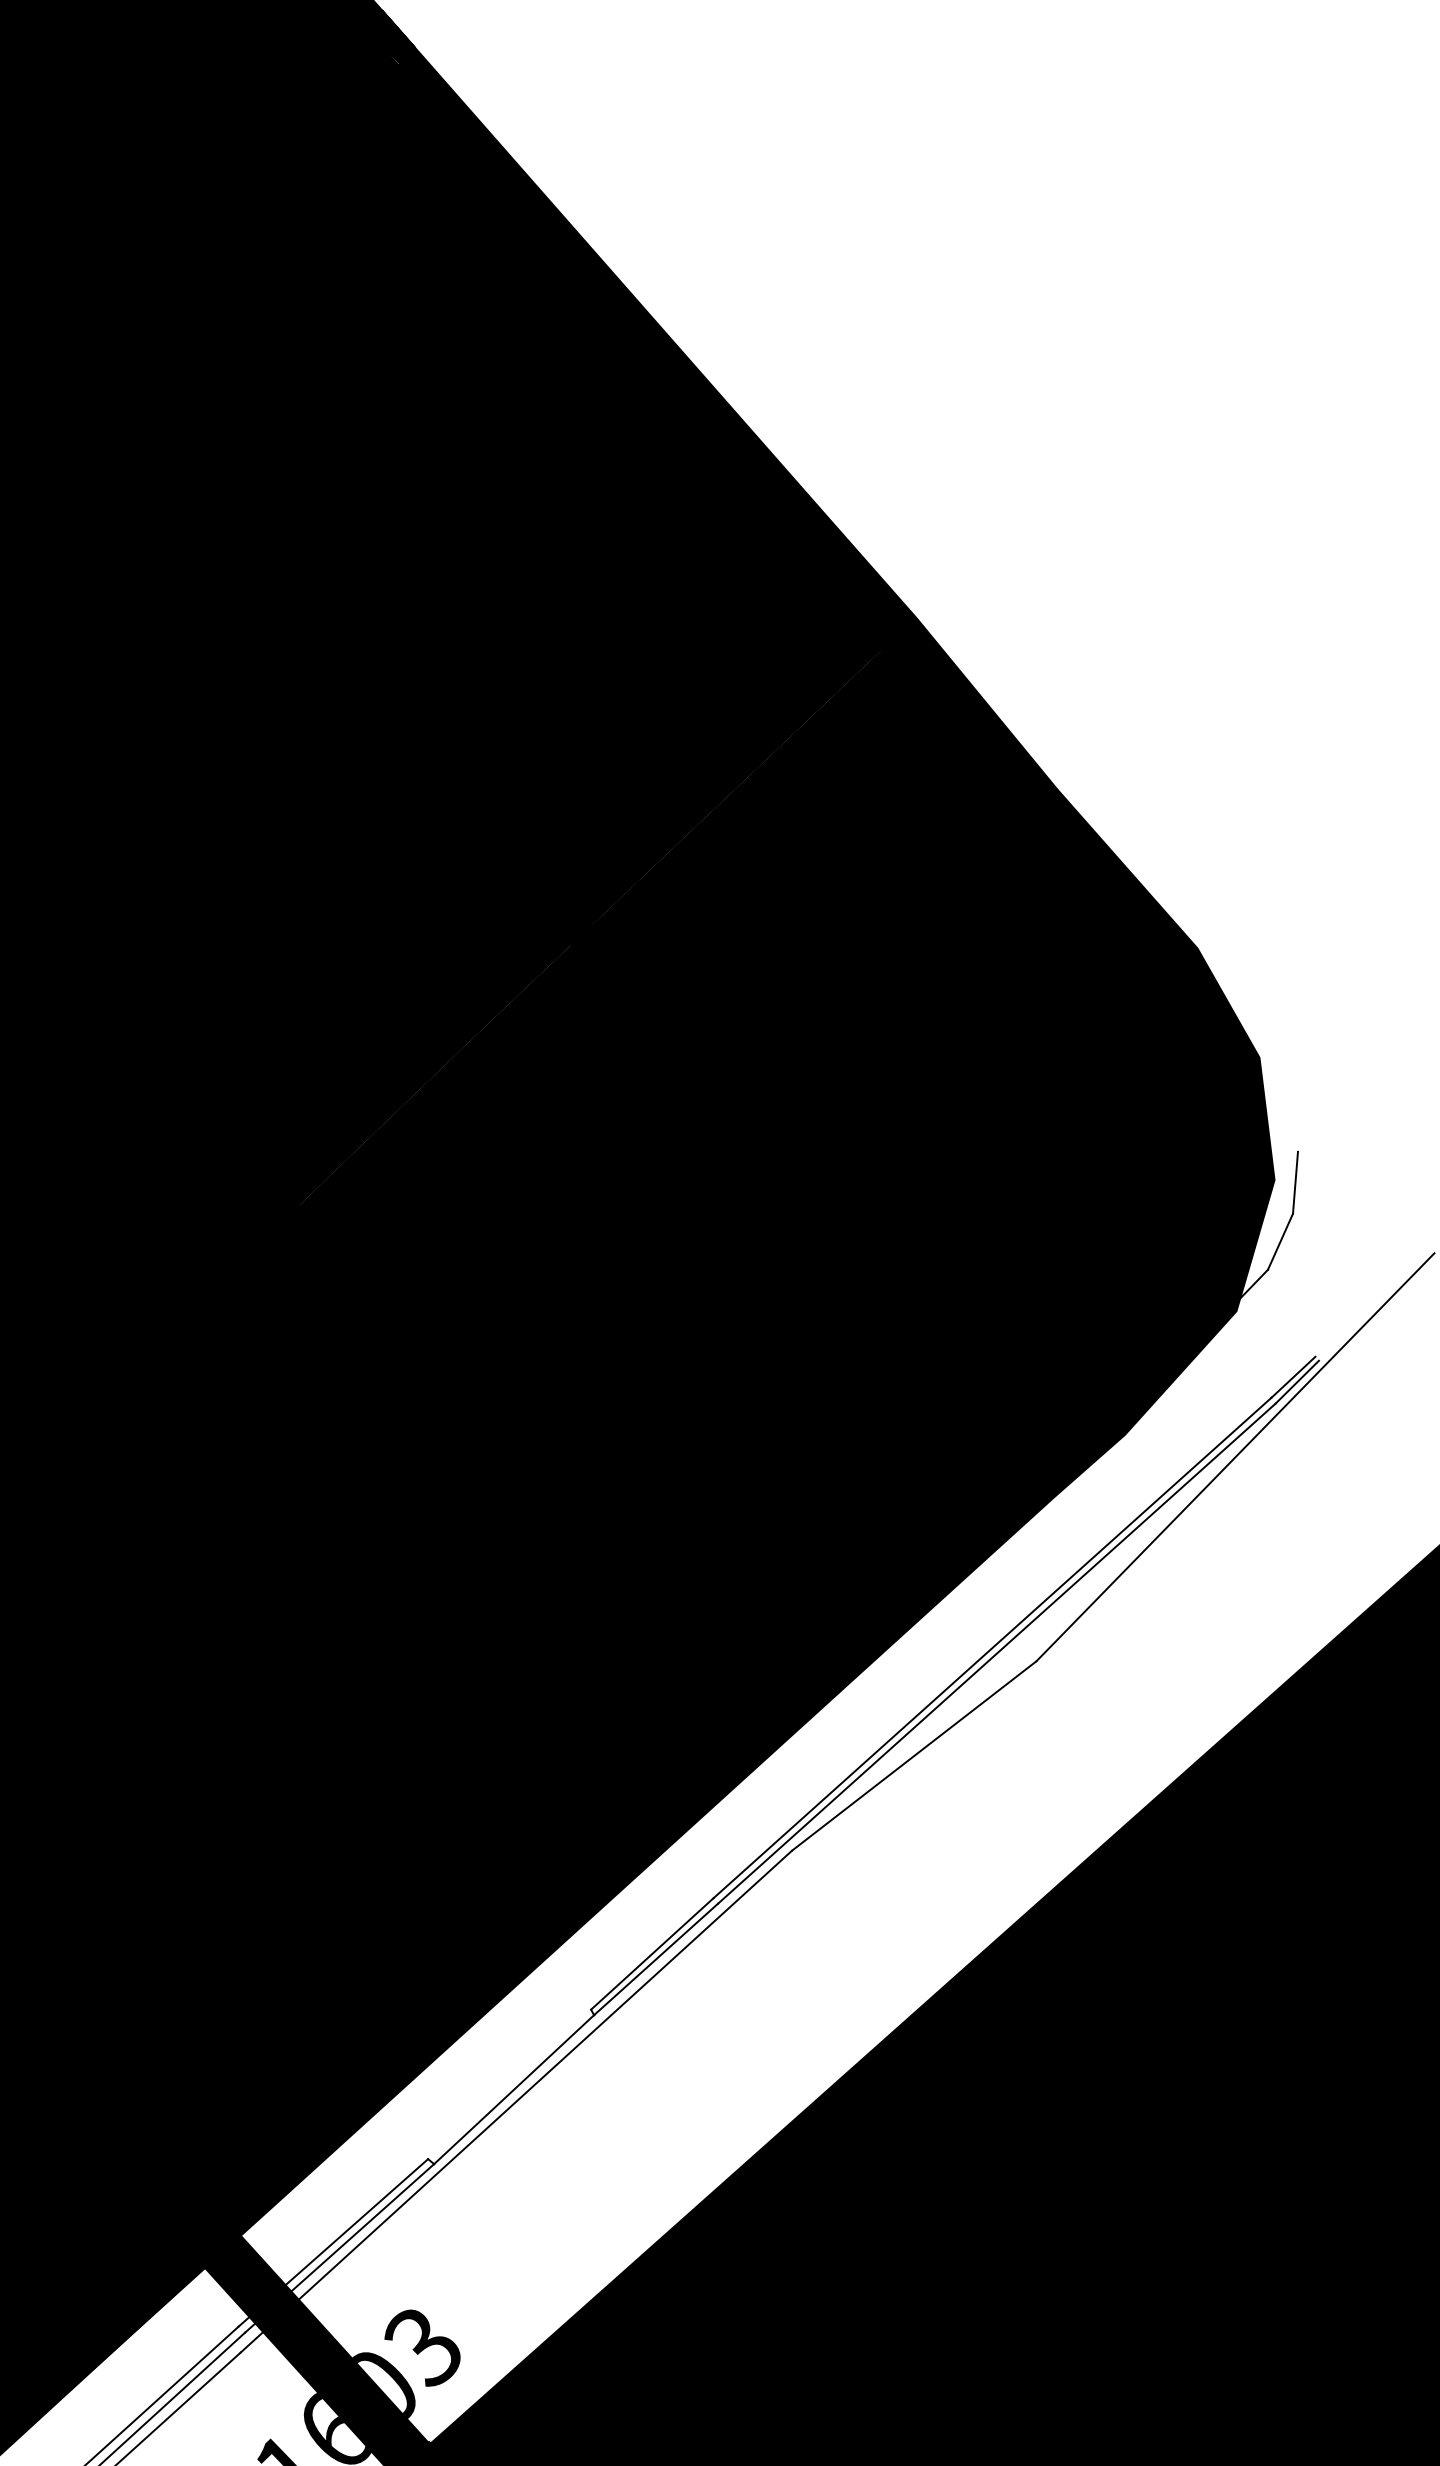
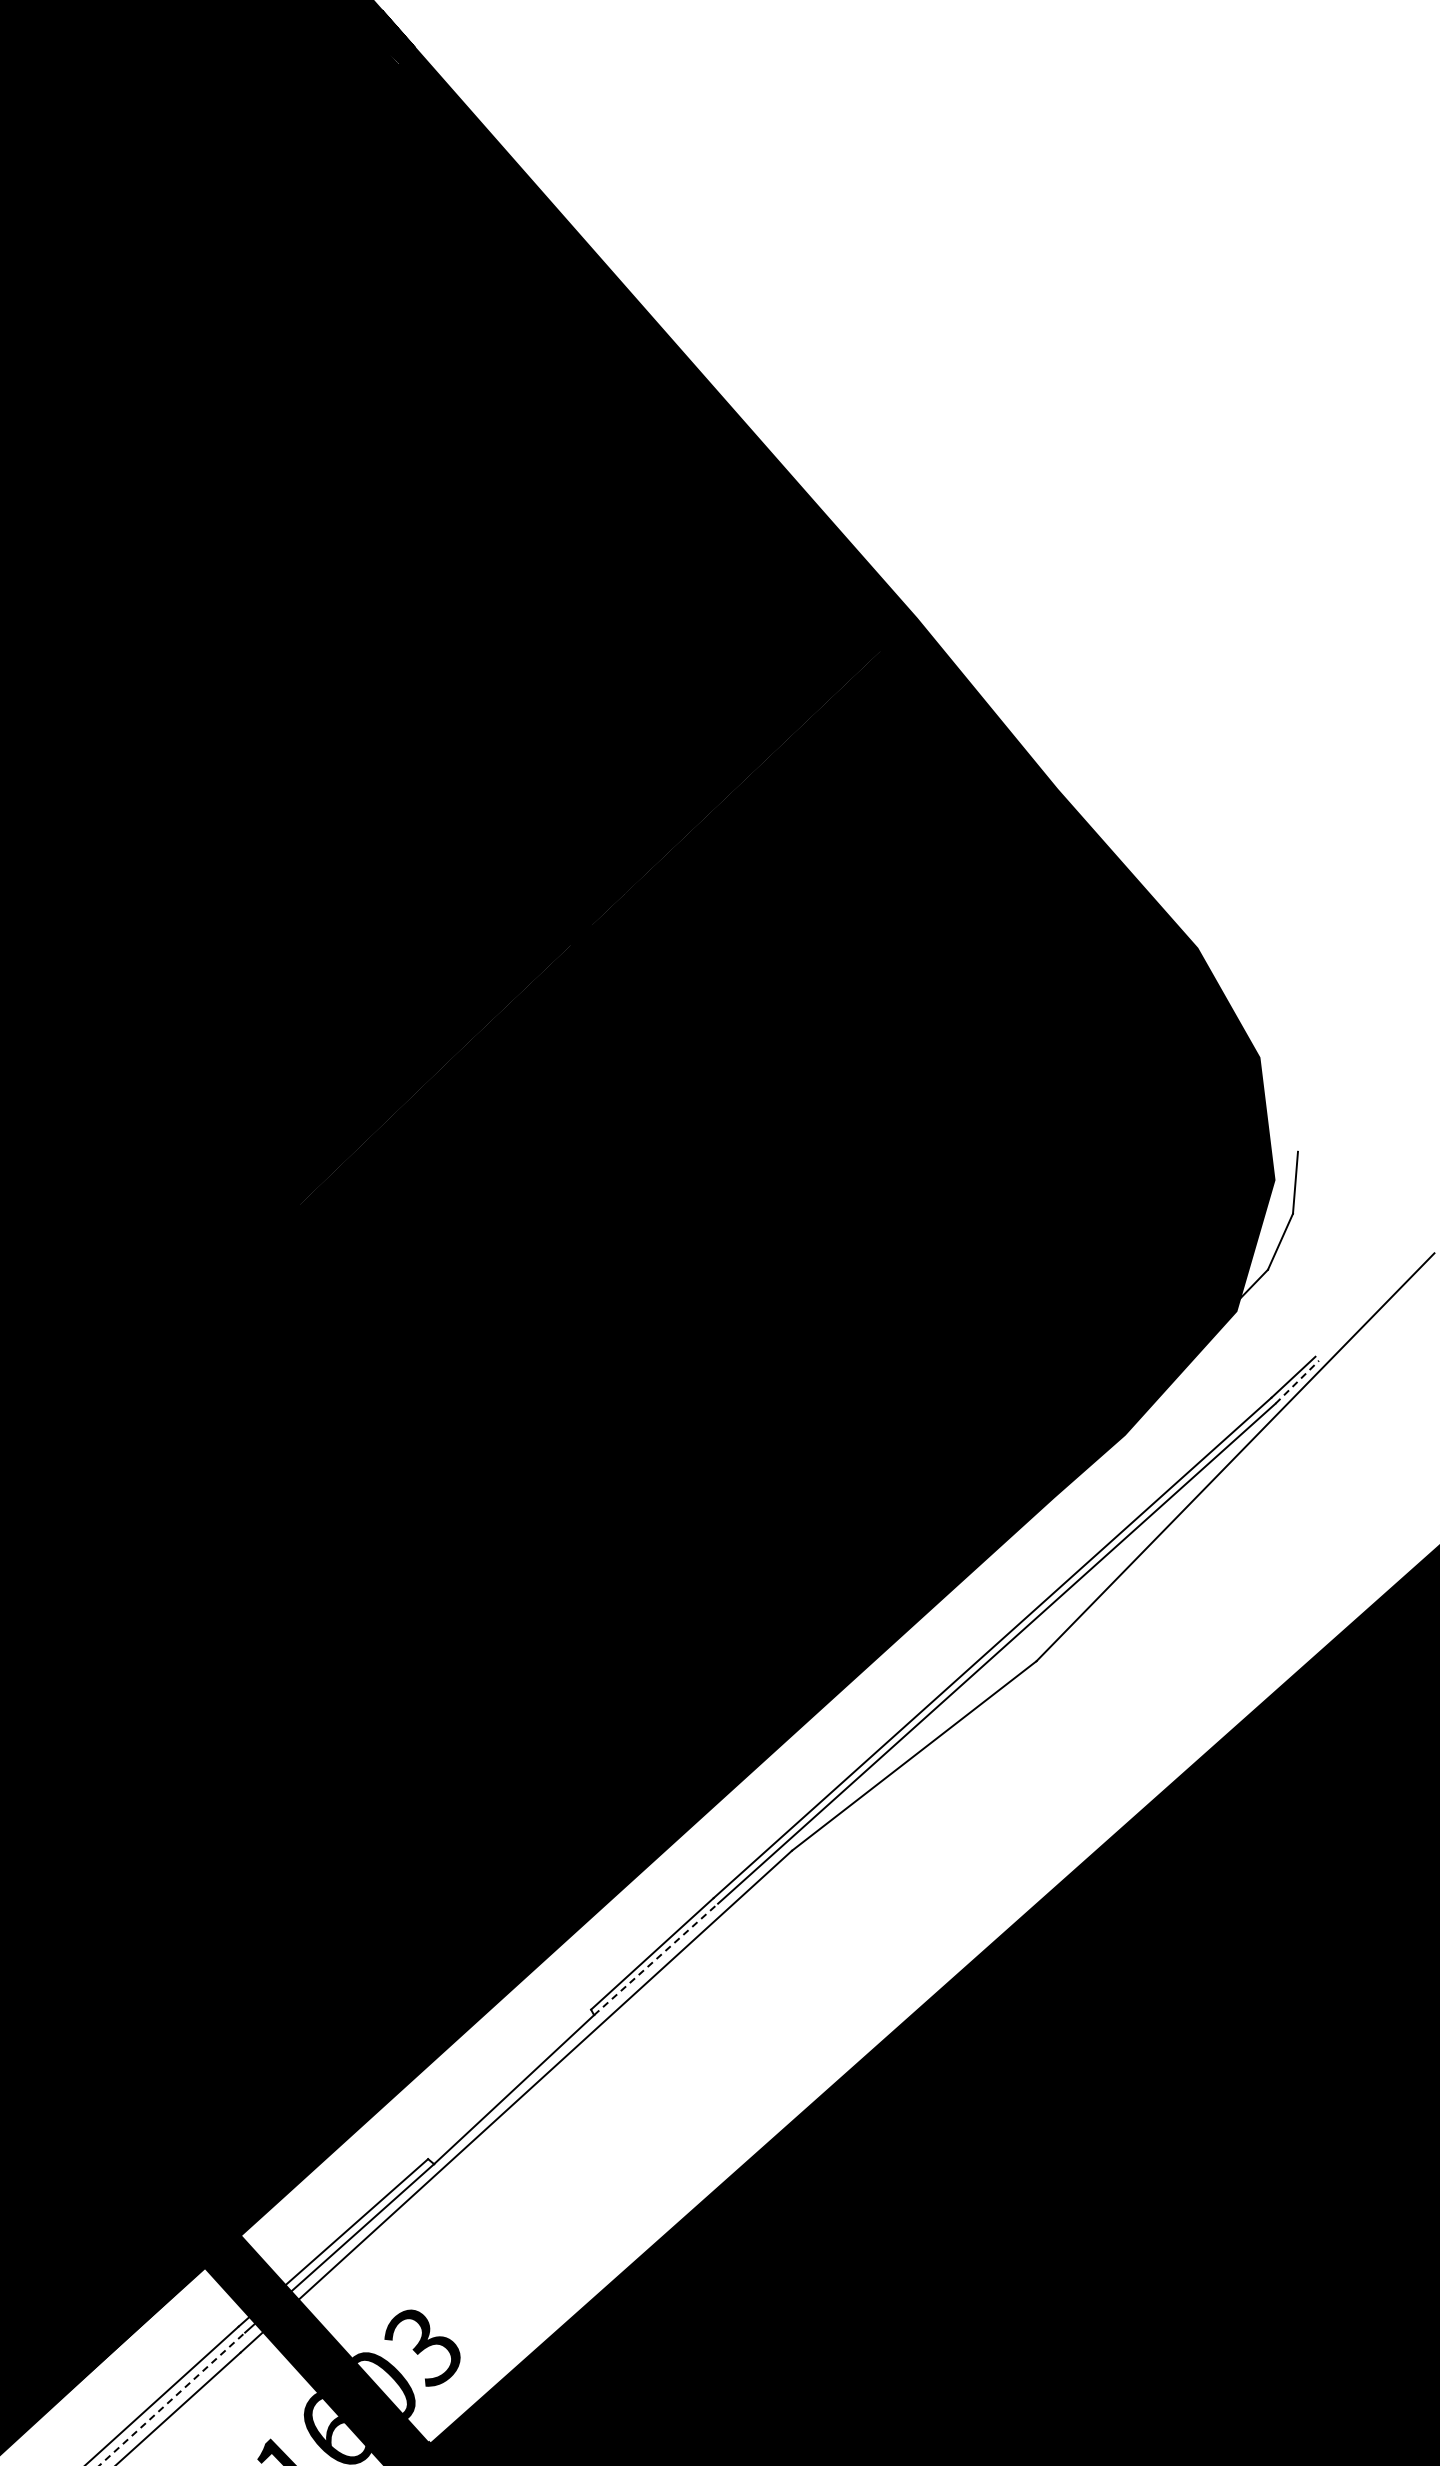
line at (1297, 1382): solid -> dashed
line at (656, 1959): solid -> dashed
line at (172, 2399): solid -> dashed
